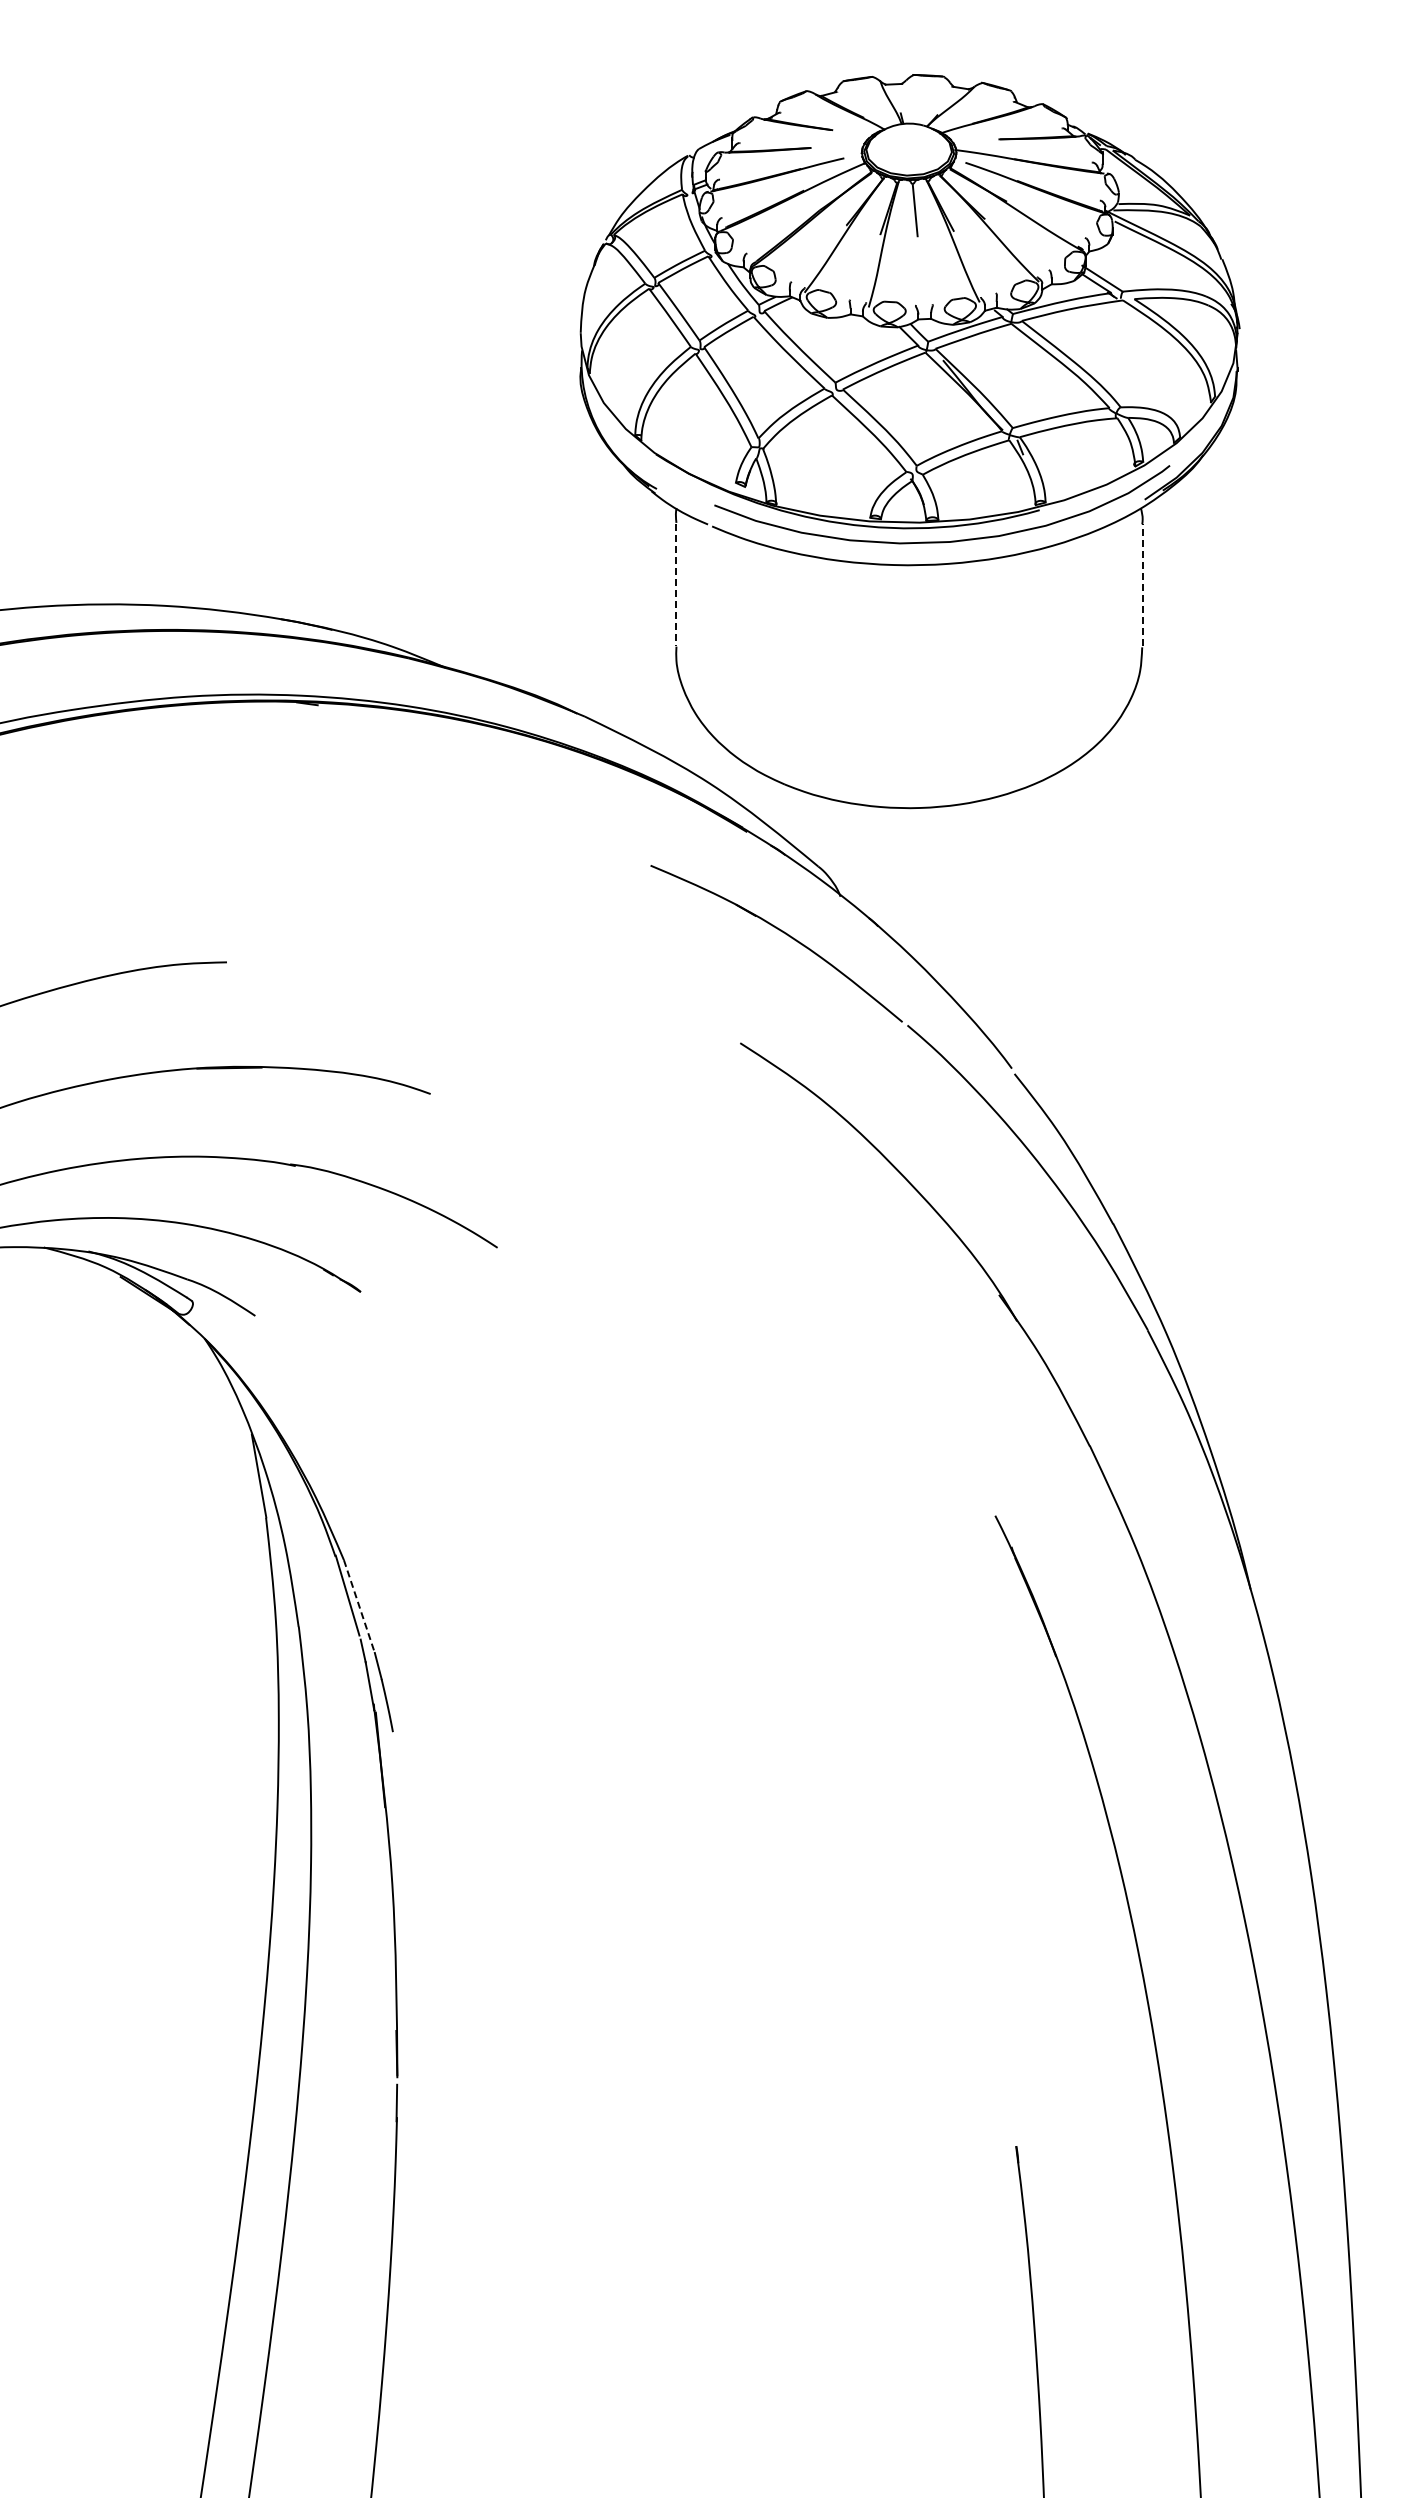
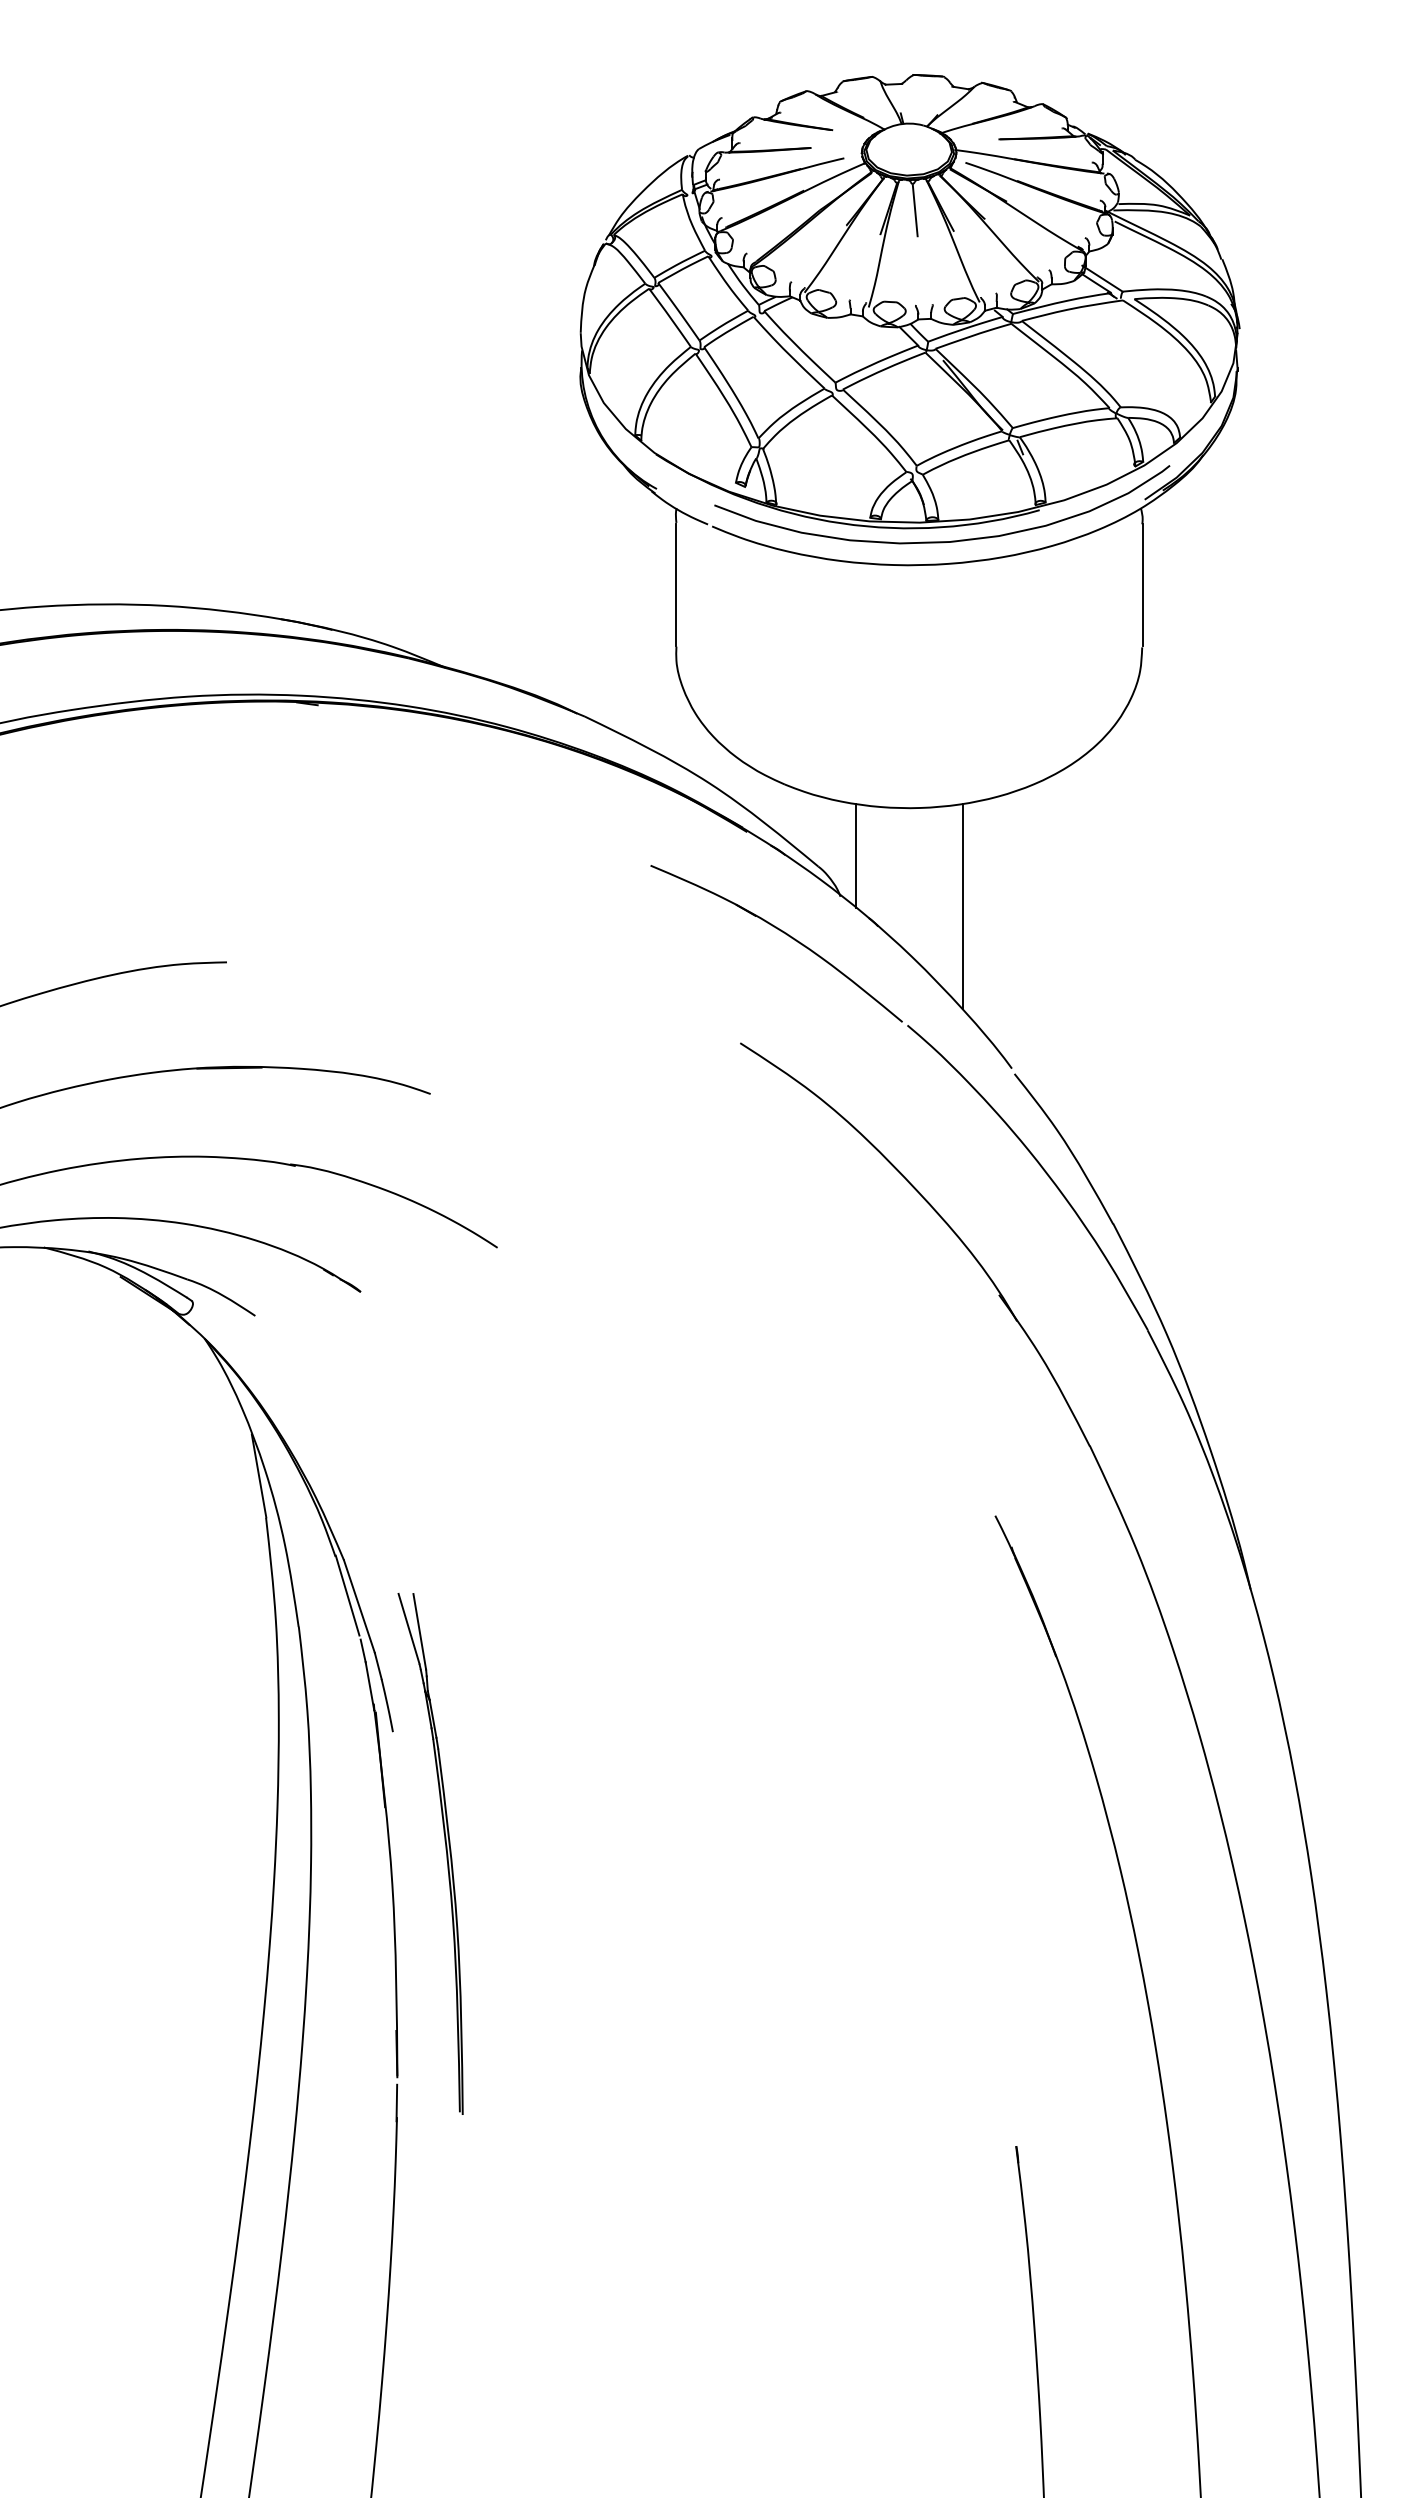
line at (1142, 584): dashed -> solid
line at (675, 585): dashed -> solid
line at (855, 855): none -> present
line at (962, 906): none -> present
line at (359, 1606): dashed -> solid
part at (445, 1850): none -> present
